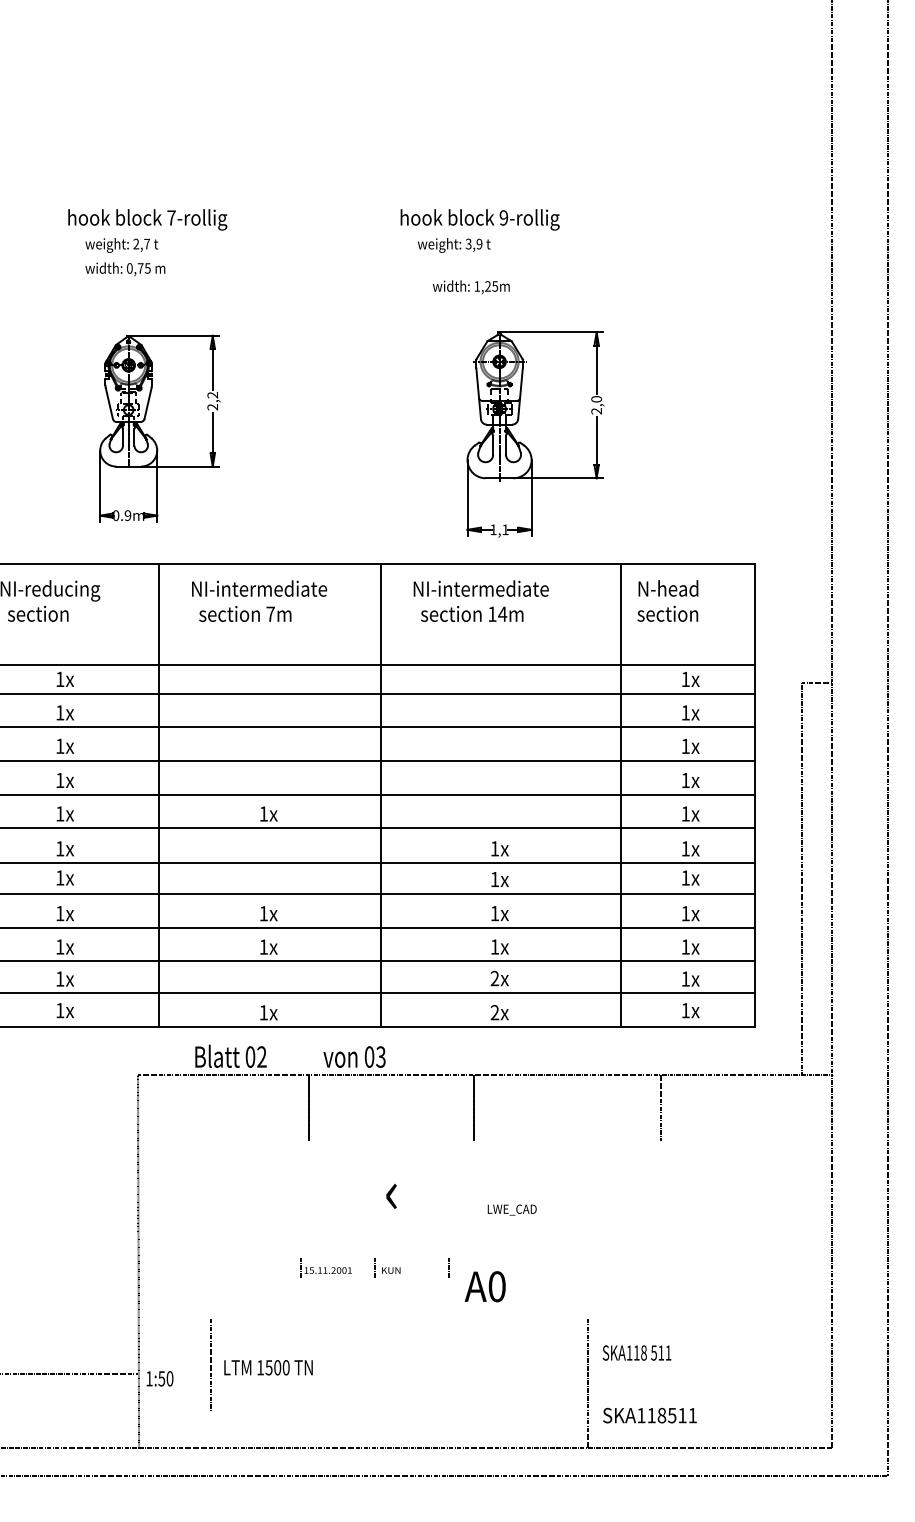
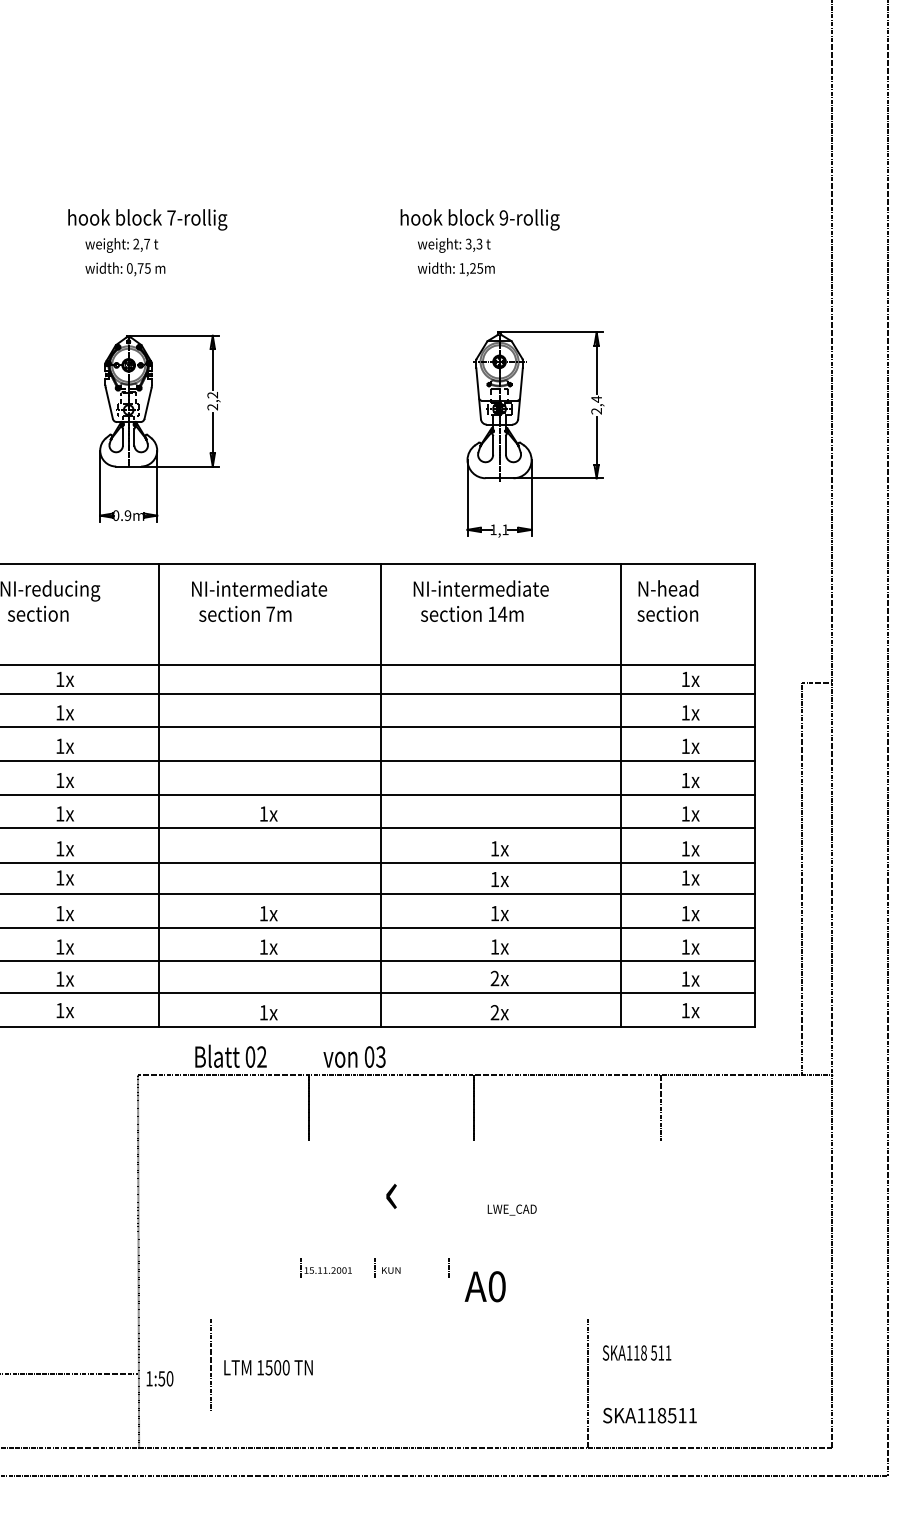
text at (479, 244): 3,9 -> 3,3
text at (471, 287) position: (471, 287) -> (456, 269)
text at (596, 398): 2,0 -> 2,4
